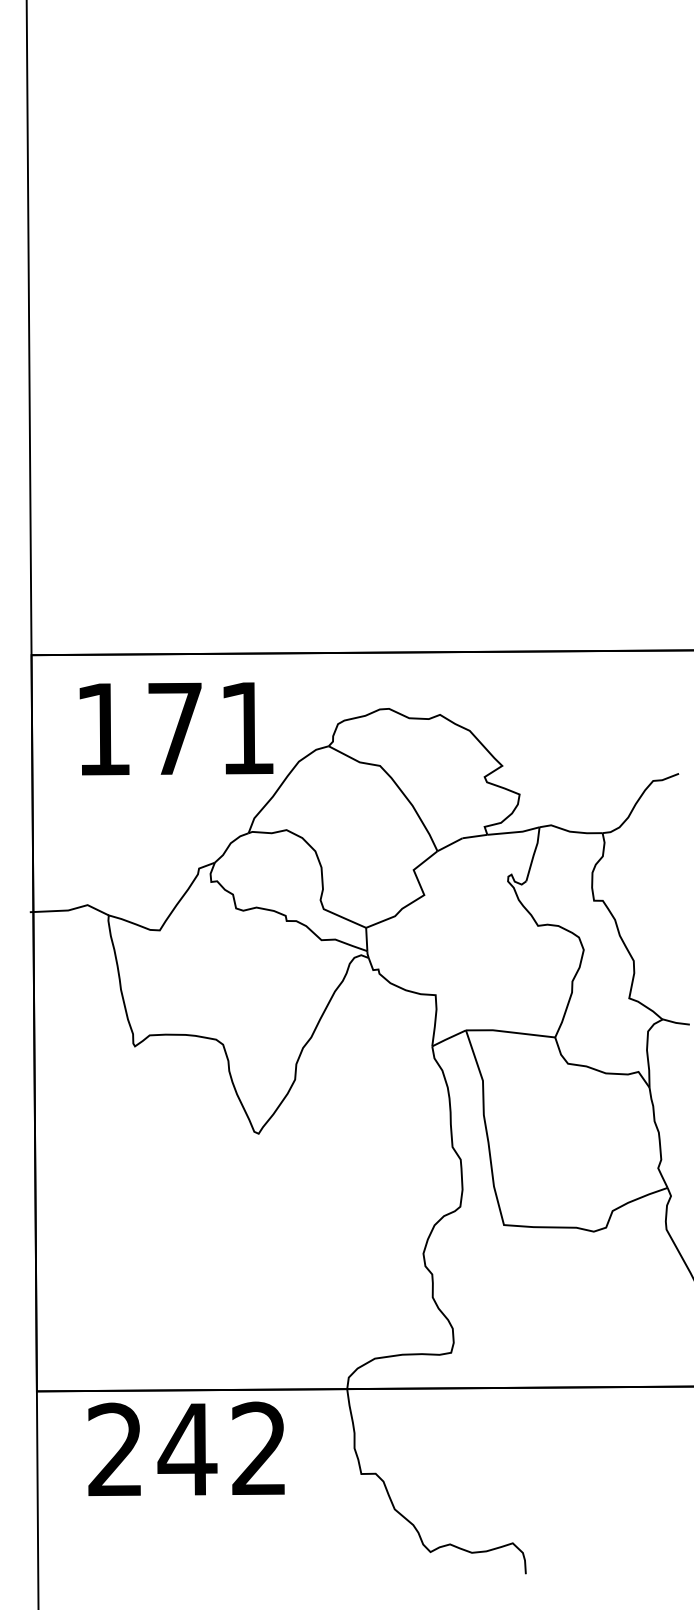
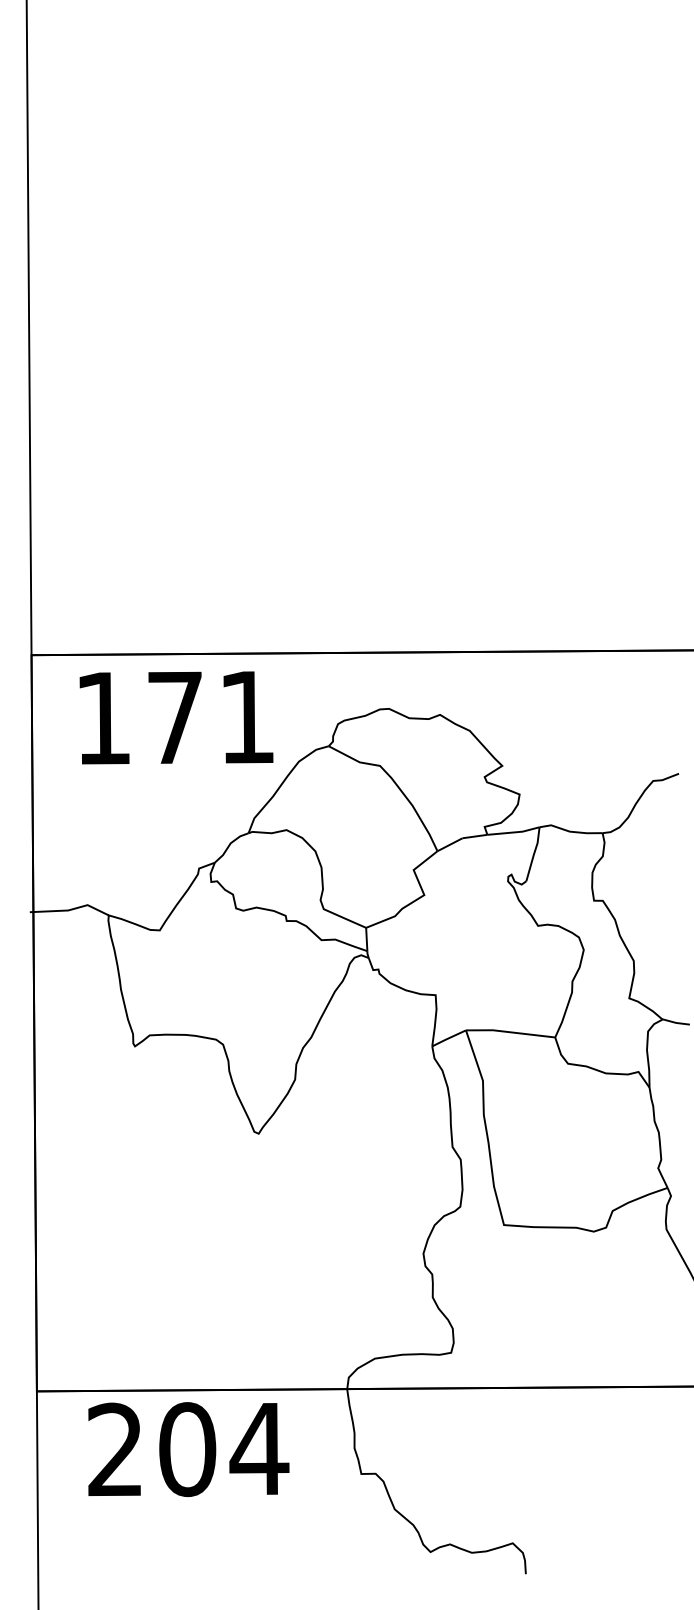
text at (176, 728) position: (176, 728) -> (176, 717)
text at (223, 1449): 242 -> 204
